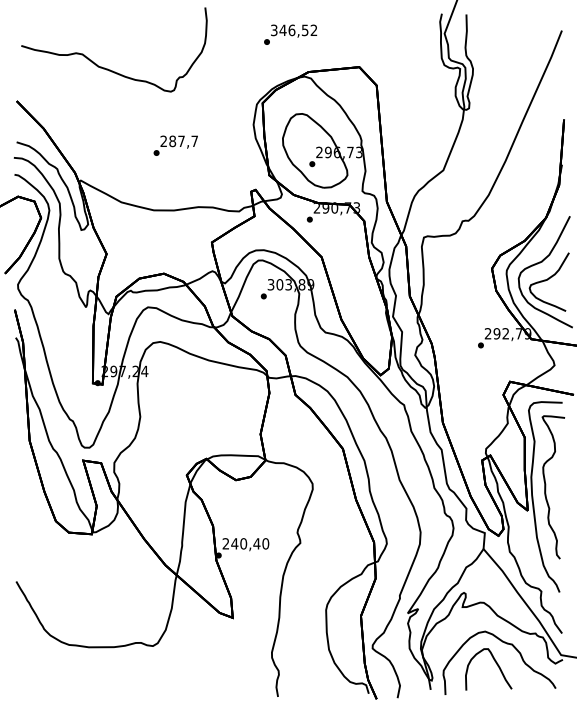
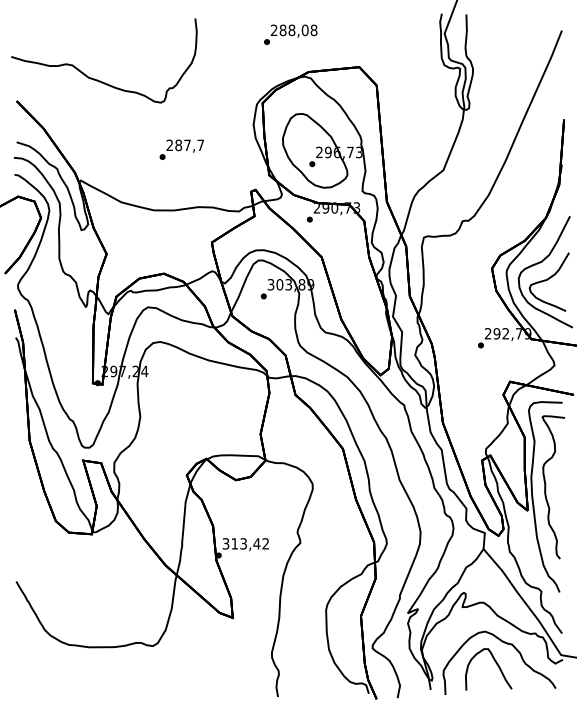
text at (294, 30): 346,52 -> 288,08
curve at (107, 68) position: (107, 68) -> (97, 79)
text at (175, 145) position: (175, 145) -> (181, 149)
text at (245, 543): 240,40 -> 313,42
